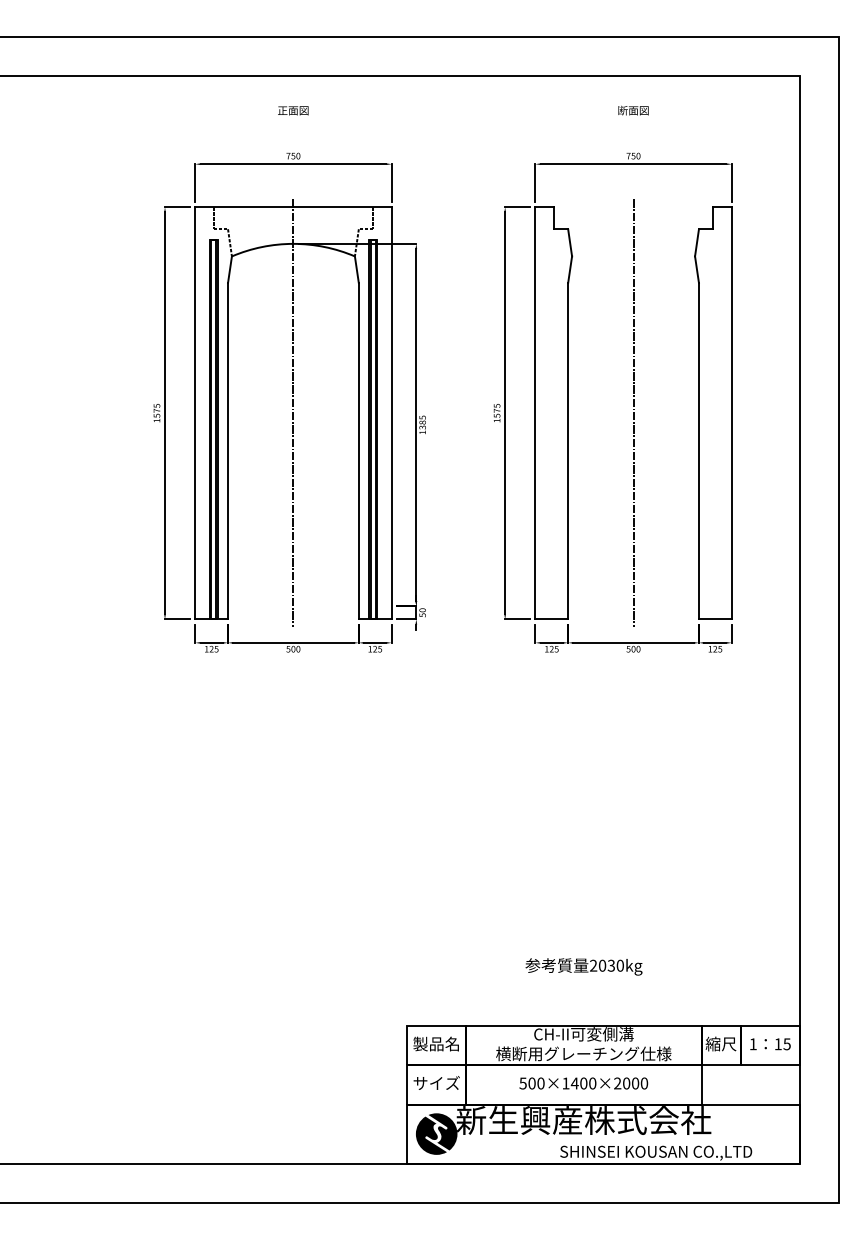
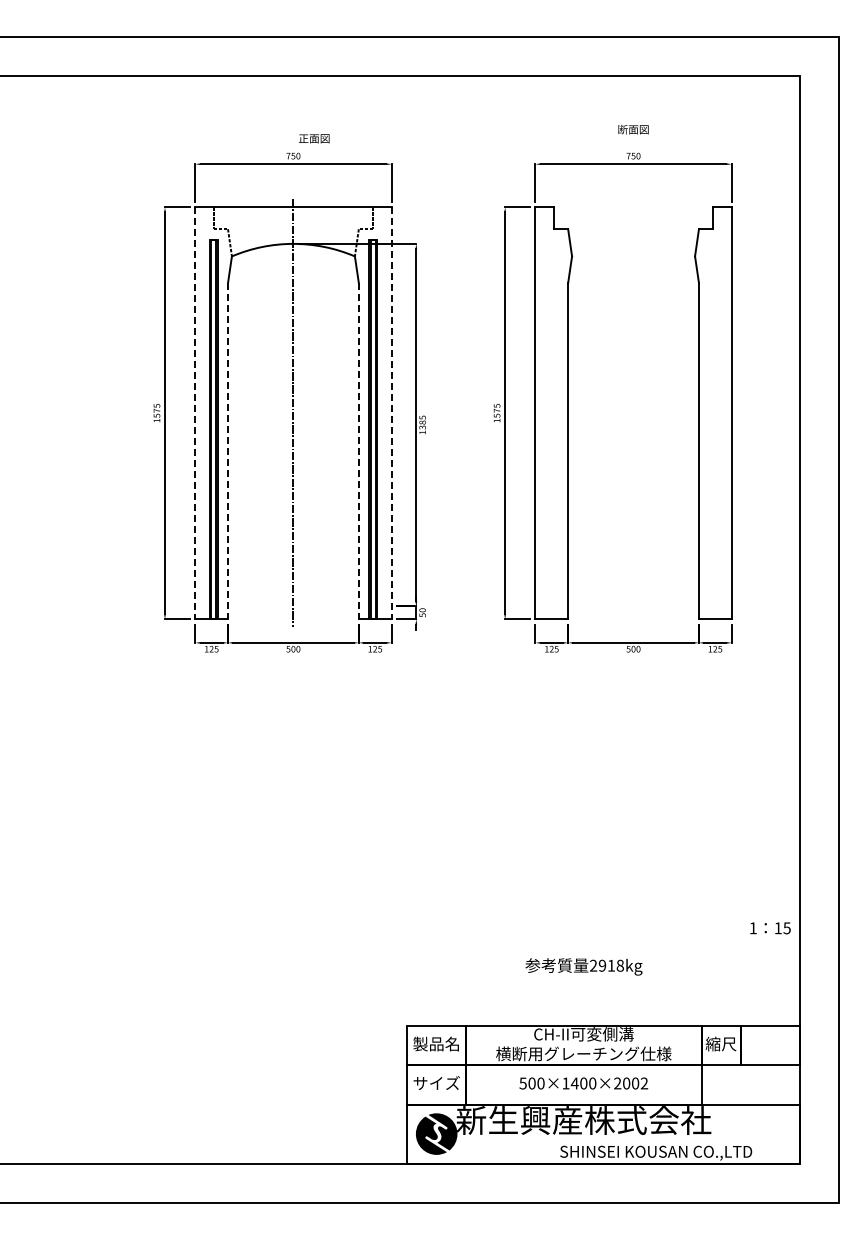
text at (293, 110) position: (293, 110) -> (314, 138)
text at (633, 110) position: (633, 110) -> (633, 129)
line at (195, 413): solid -> dashed
line at (391, 413): solid -> dashed
line at (633, 413): present -> none
line at (228, 451): solid -> dashed
line at (358, 451): solid -> dashed
text at (610, 965): 2030kg -> 2918kg
text at (770, 1044) position: (770, 1044) -> (770, 928)
text at (644, 1083): 500×1400×2000 -> 500×1400×2002
